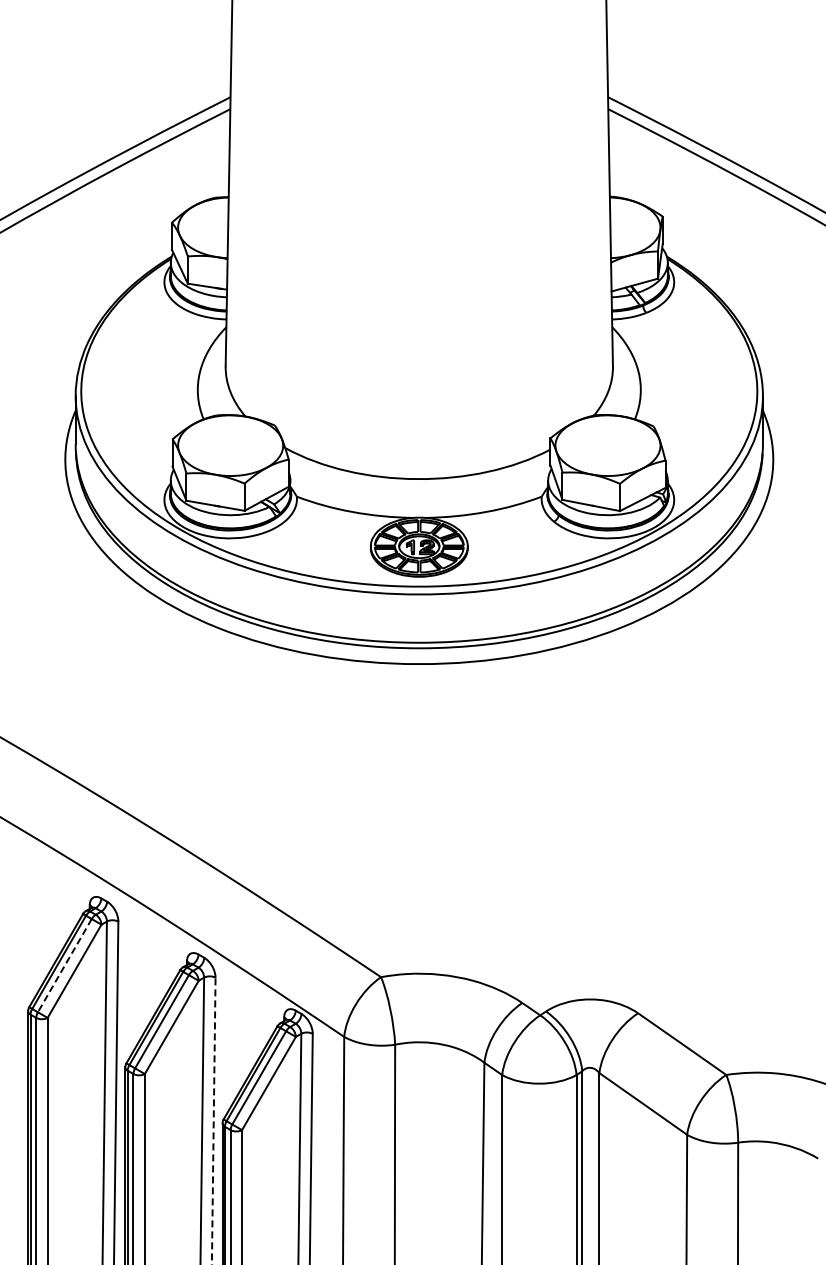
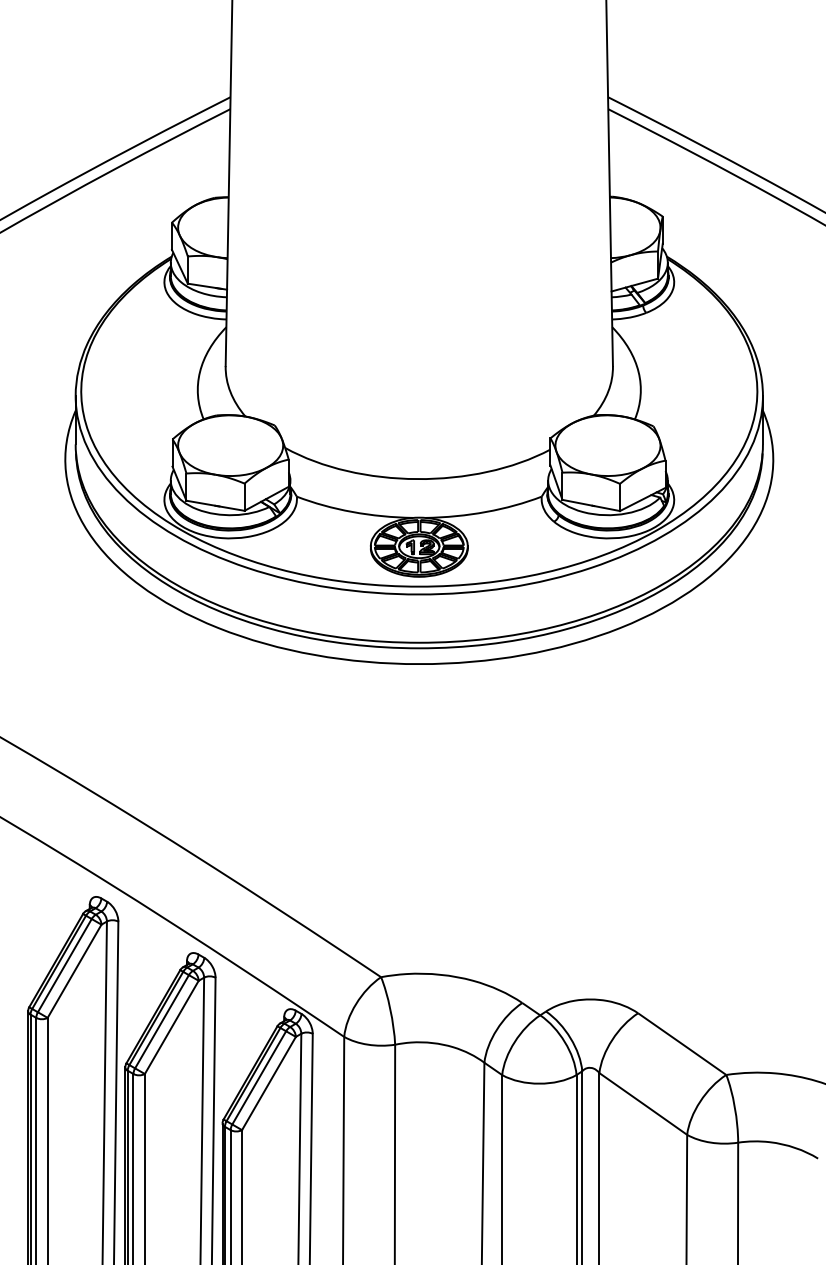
line at (64, 965): dashed -> solid
line at (213, 1120): dashed -> solid
